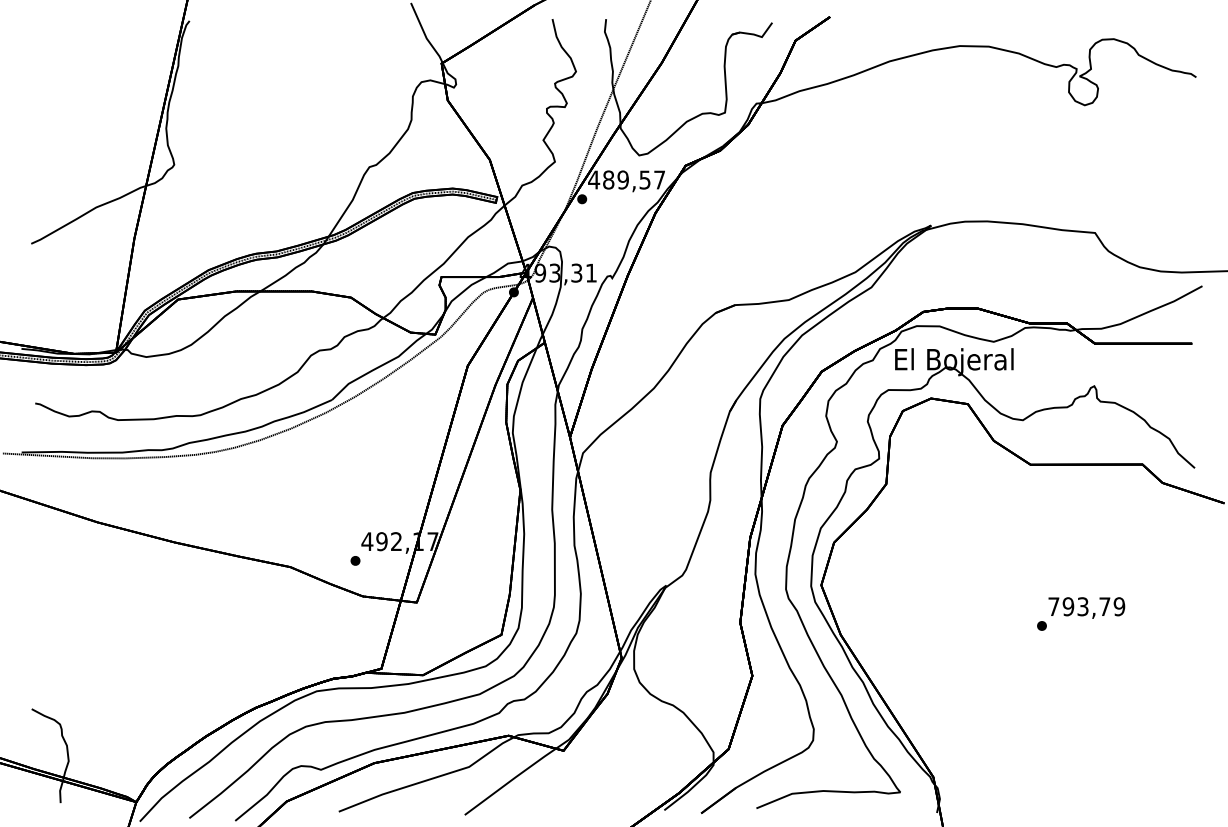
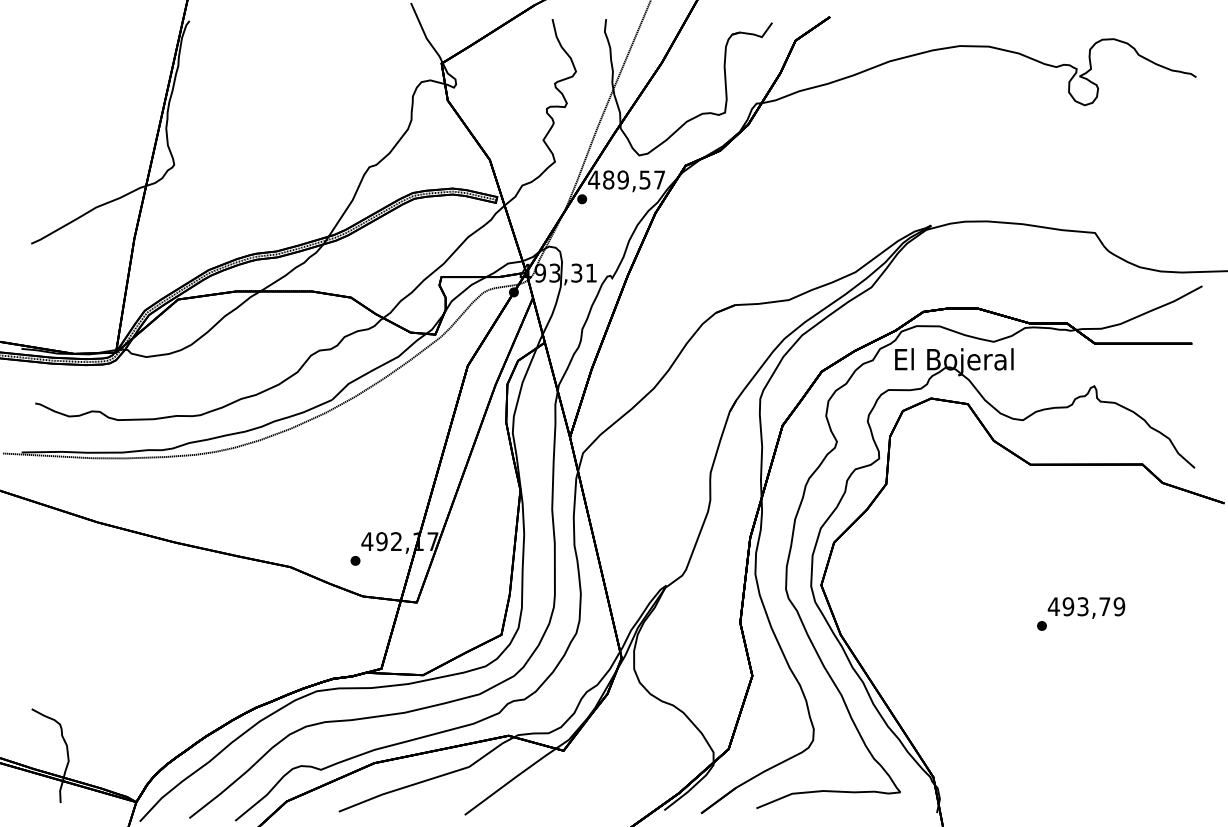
text at (1053, 606): 793,79 -> 493,79
